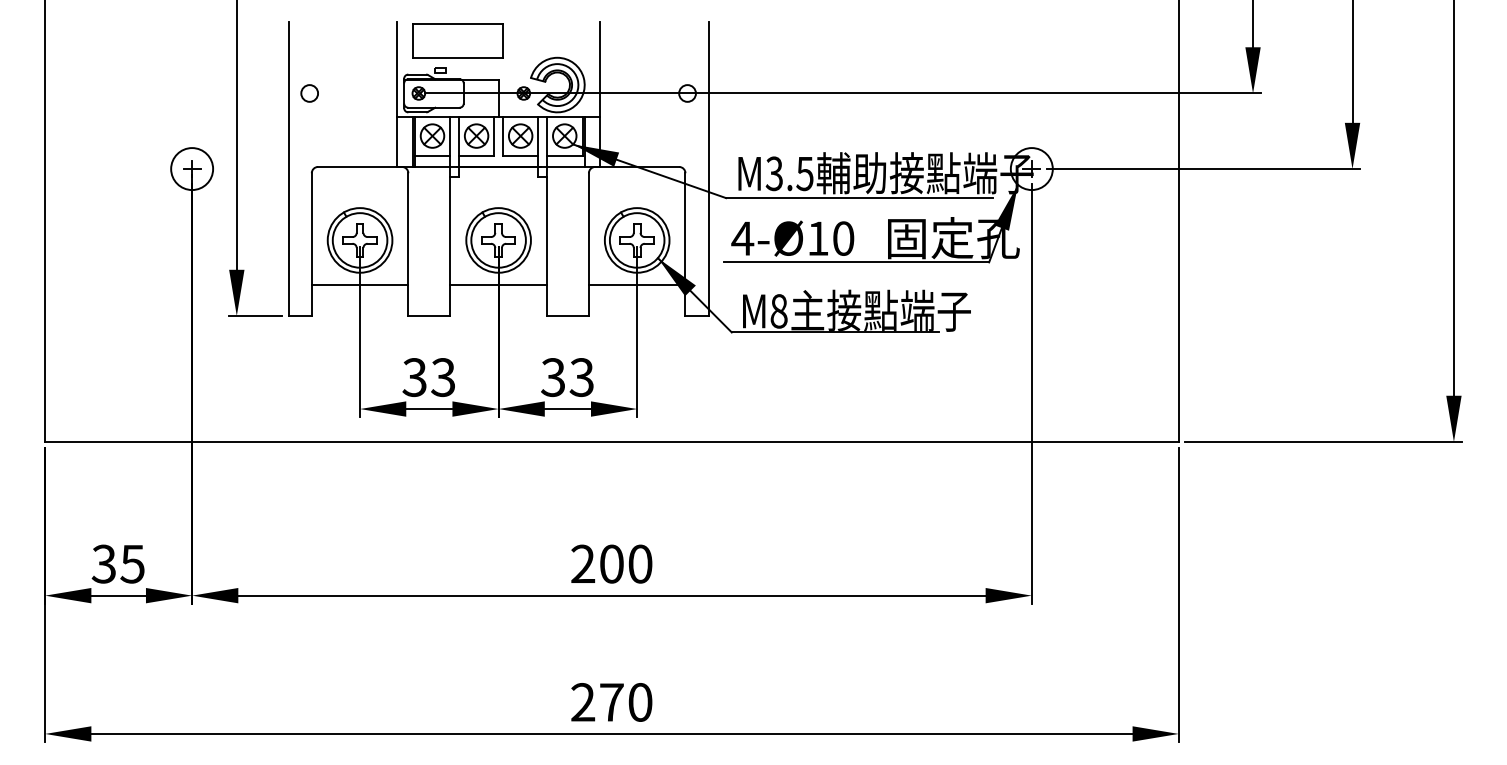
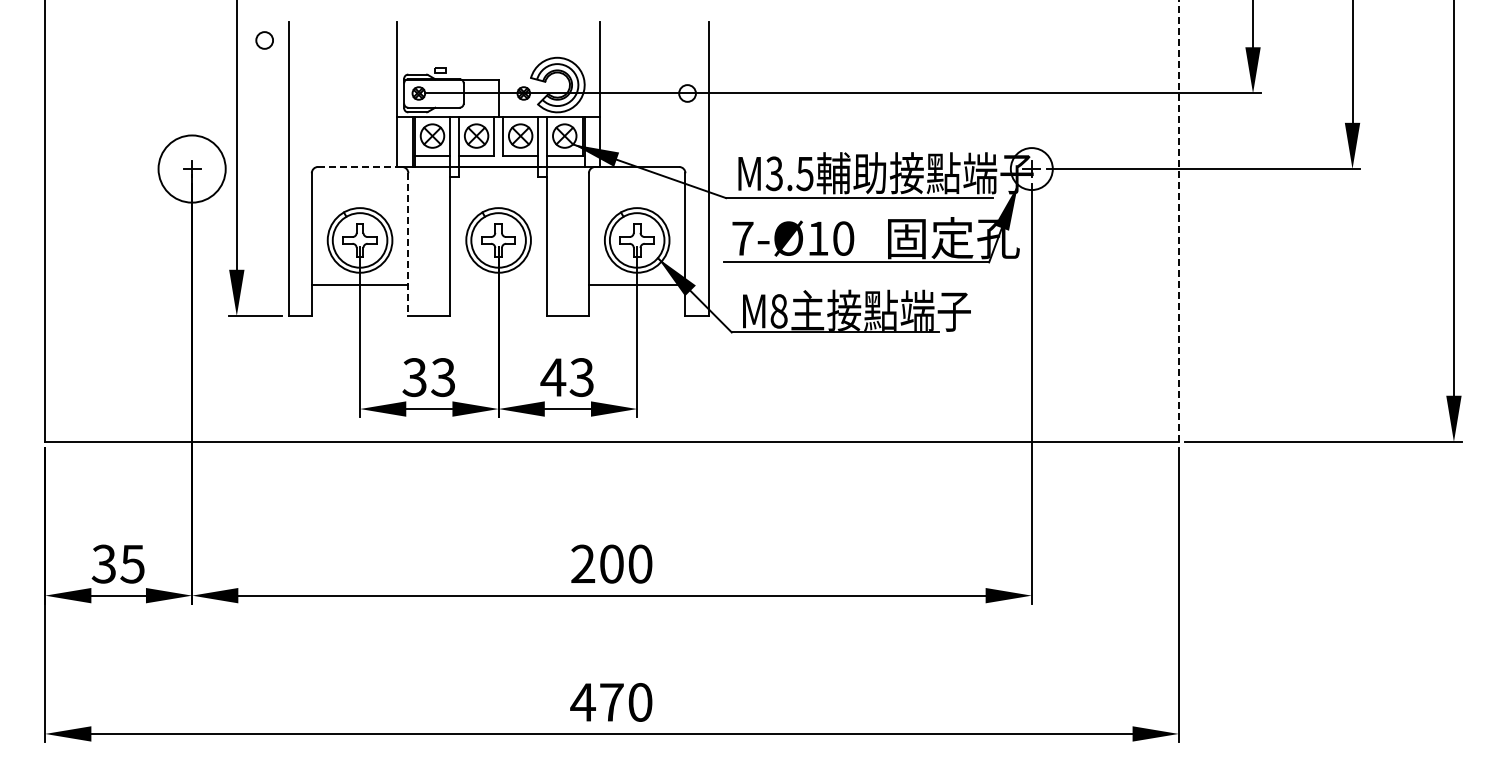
part at (457, 40): present -> none
circle at (309, 93) position: (309, 93) -> (264, 40)
line at (360, 166): solid -> dashed
circle at (192, 169) diameter: 42 px -> 67 px
line at (1178, 221): solid -> dashed
text at (742, 238): 4-Ø10 -> 7-Ø10
line at (408, 245): solid -> dashed
line at (498, 284): present -> none
text at (553, 377): 33 -> 43
text at (582, 702): 270 -> 470
